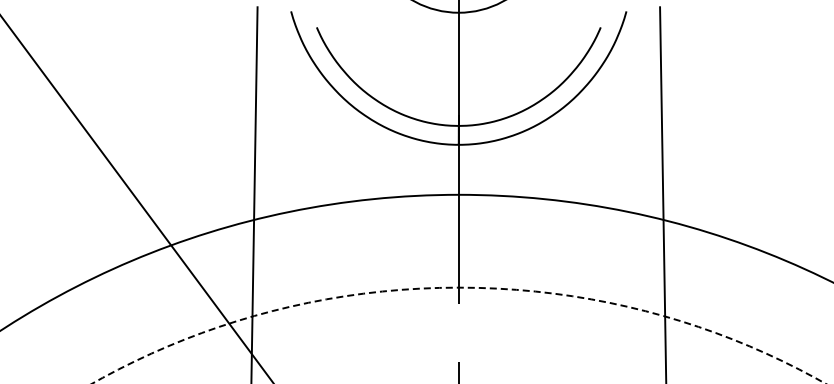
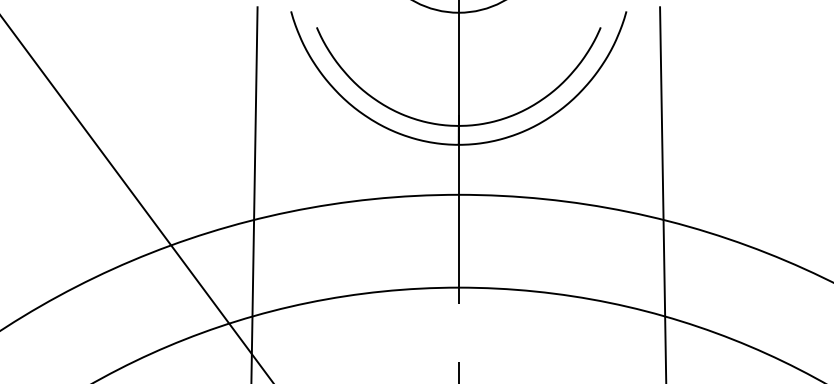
circle at (458, 335): dashed -> solid
